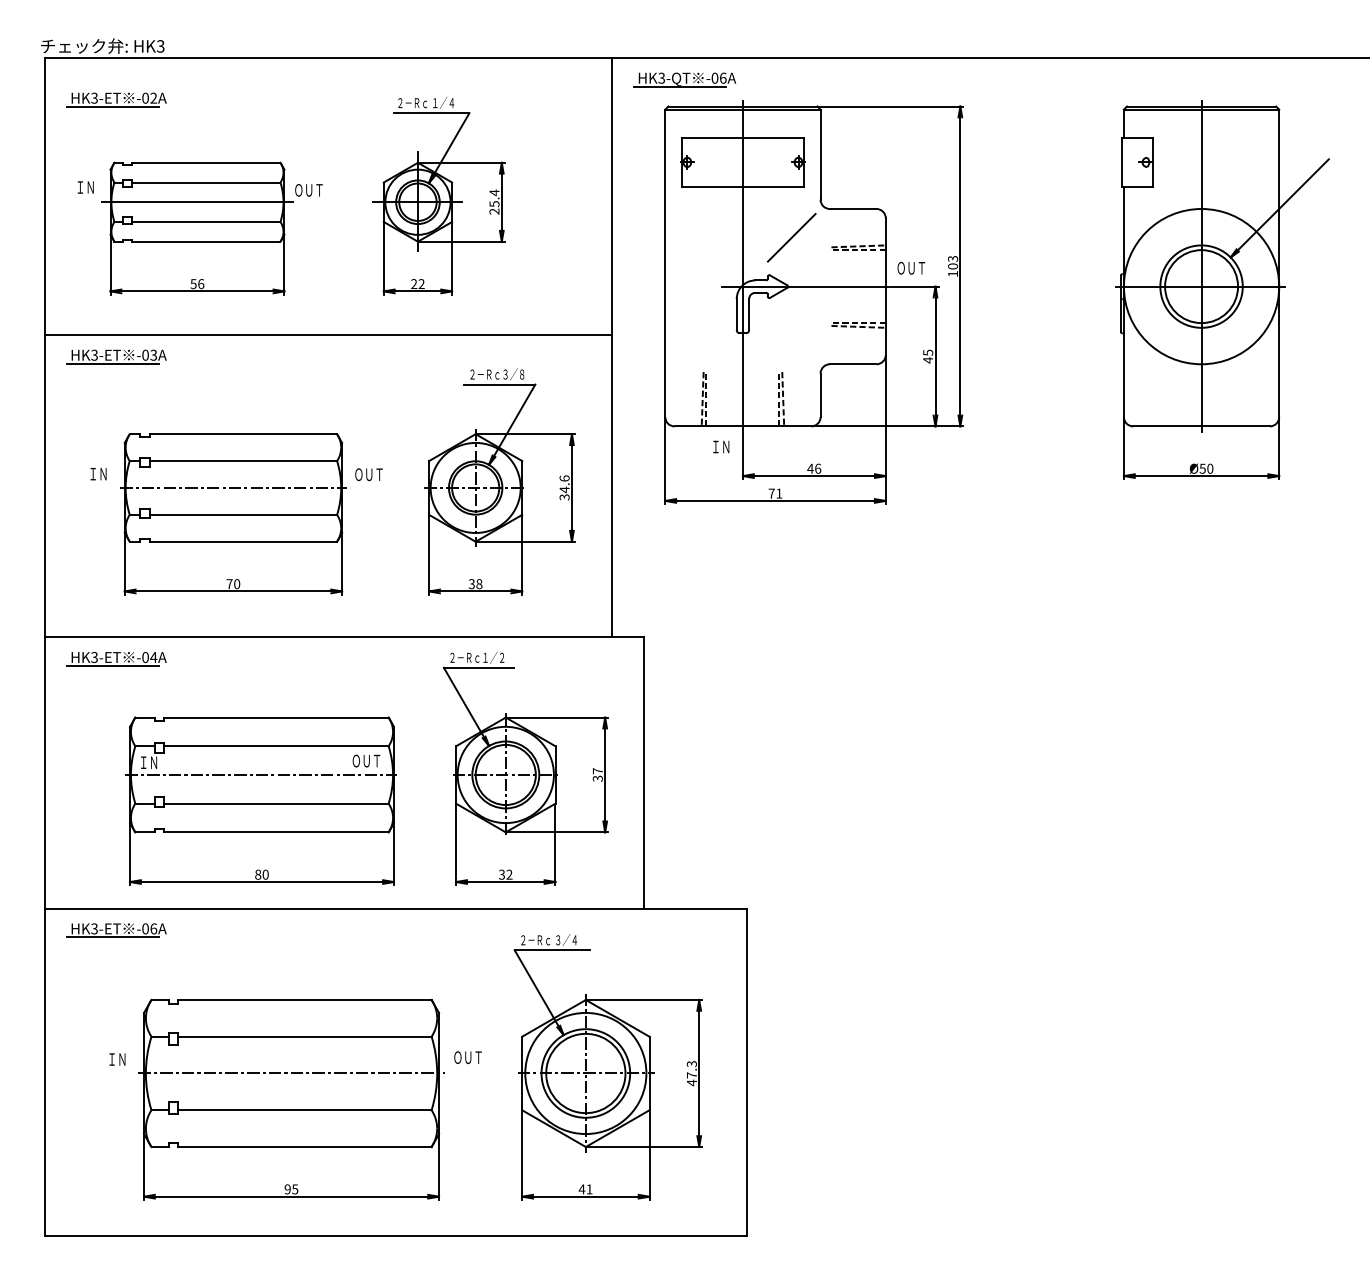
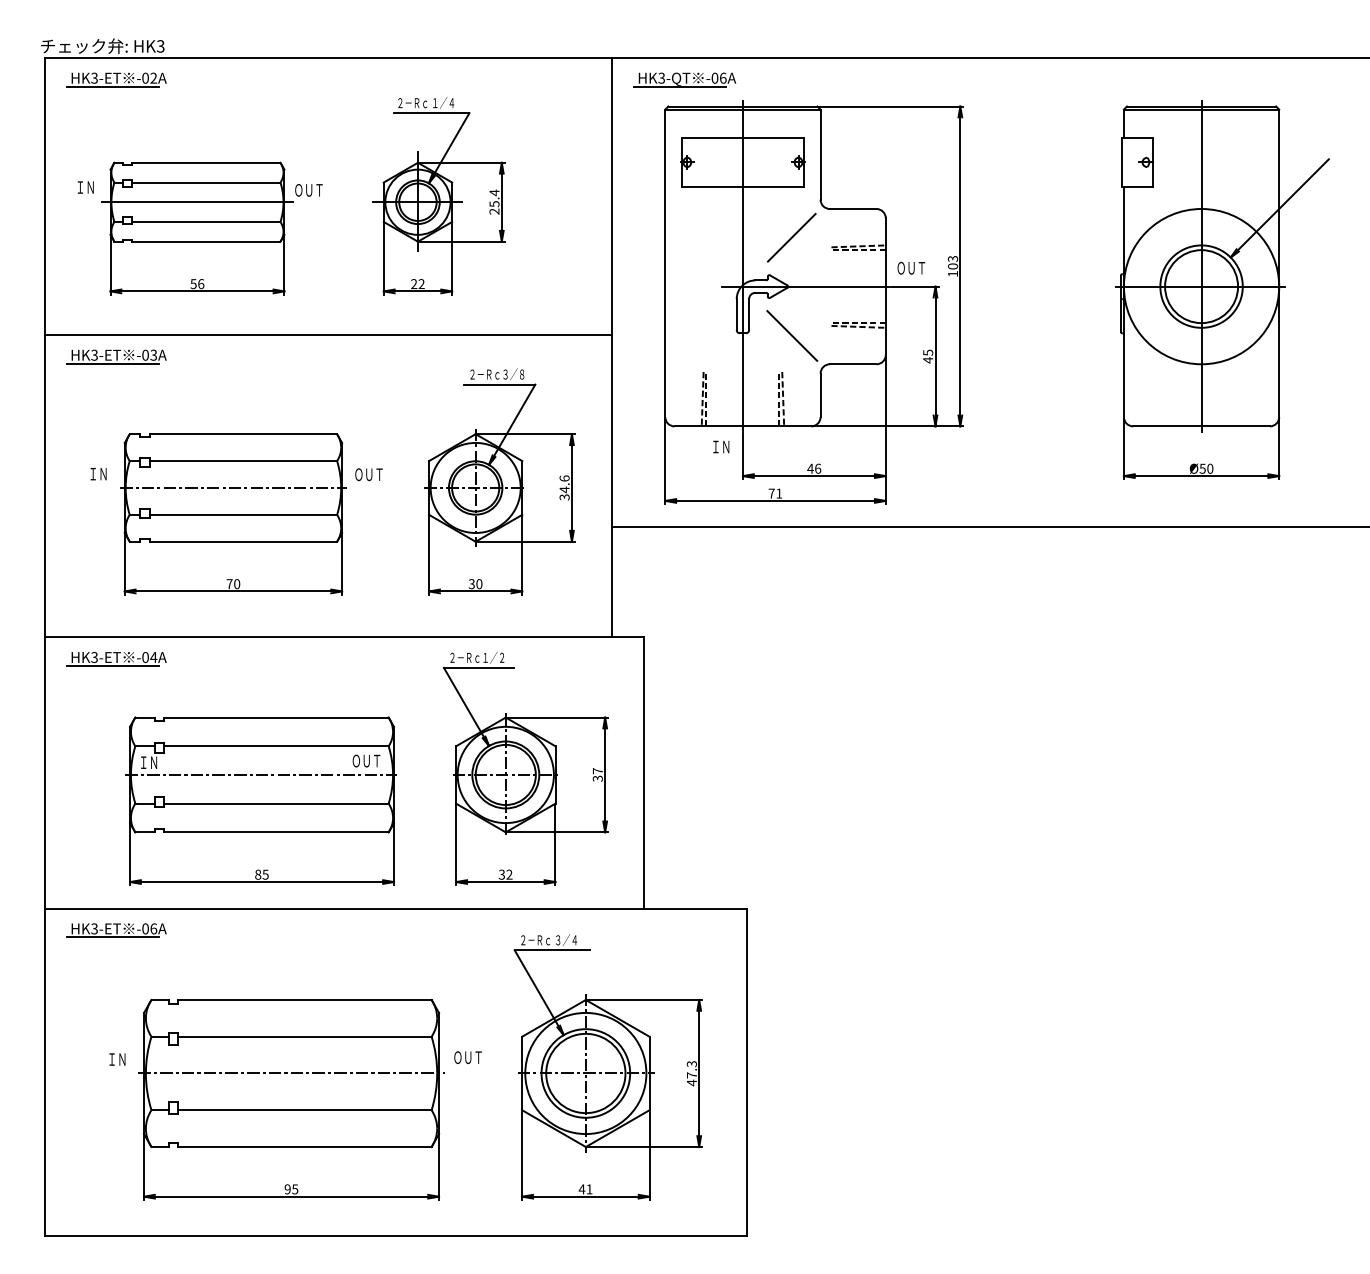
part at (116, 99) position: (116, 99) -> (116, 79)
line at (792, 335): none -> present
line at (989, 526): none -> present
text at (479, 584): 38 -> 30
text at (265, 874): 80 -> 85
